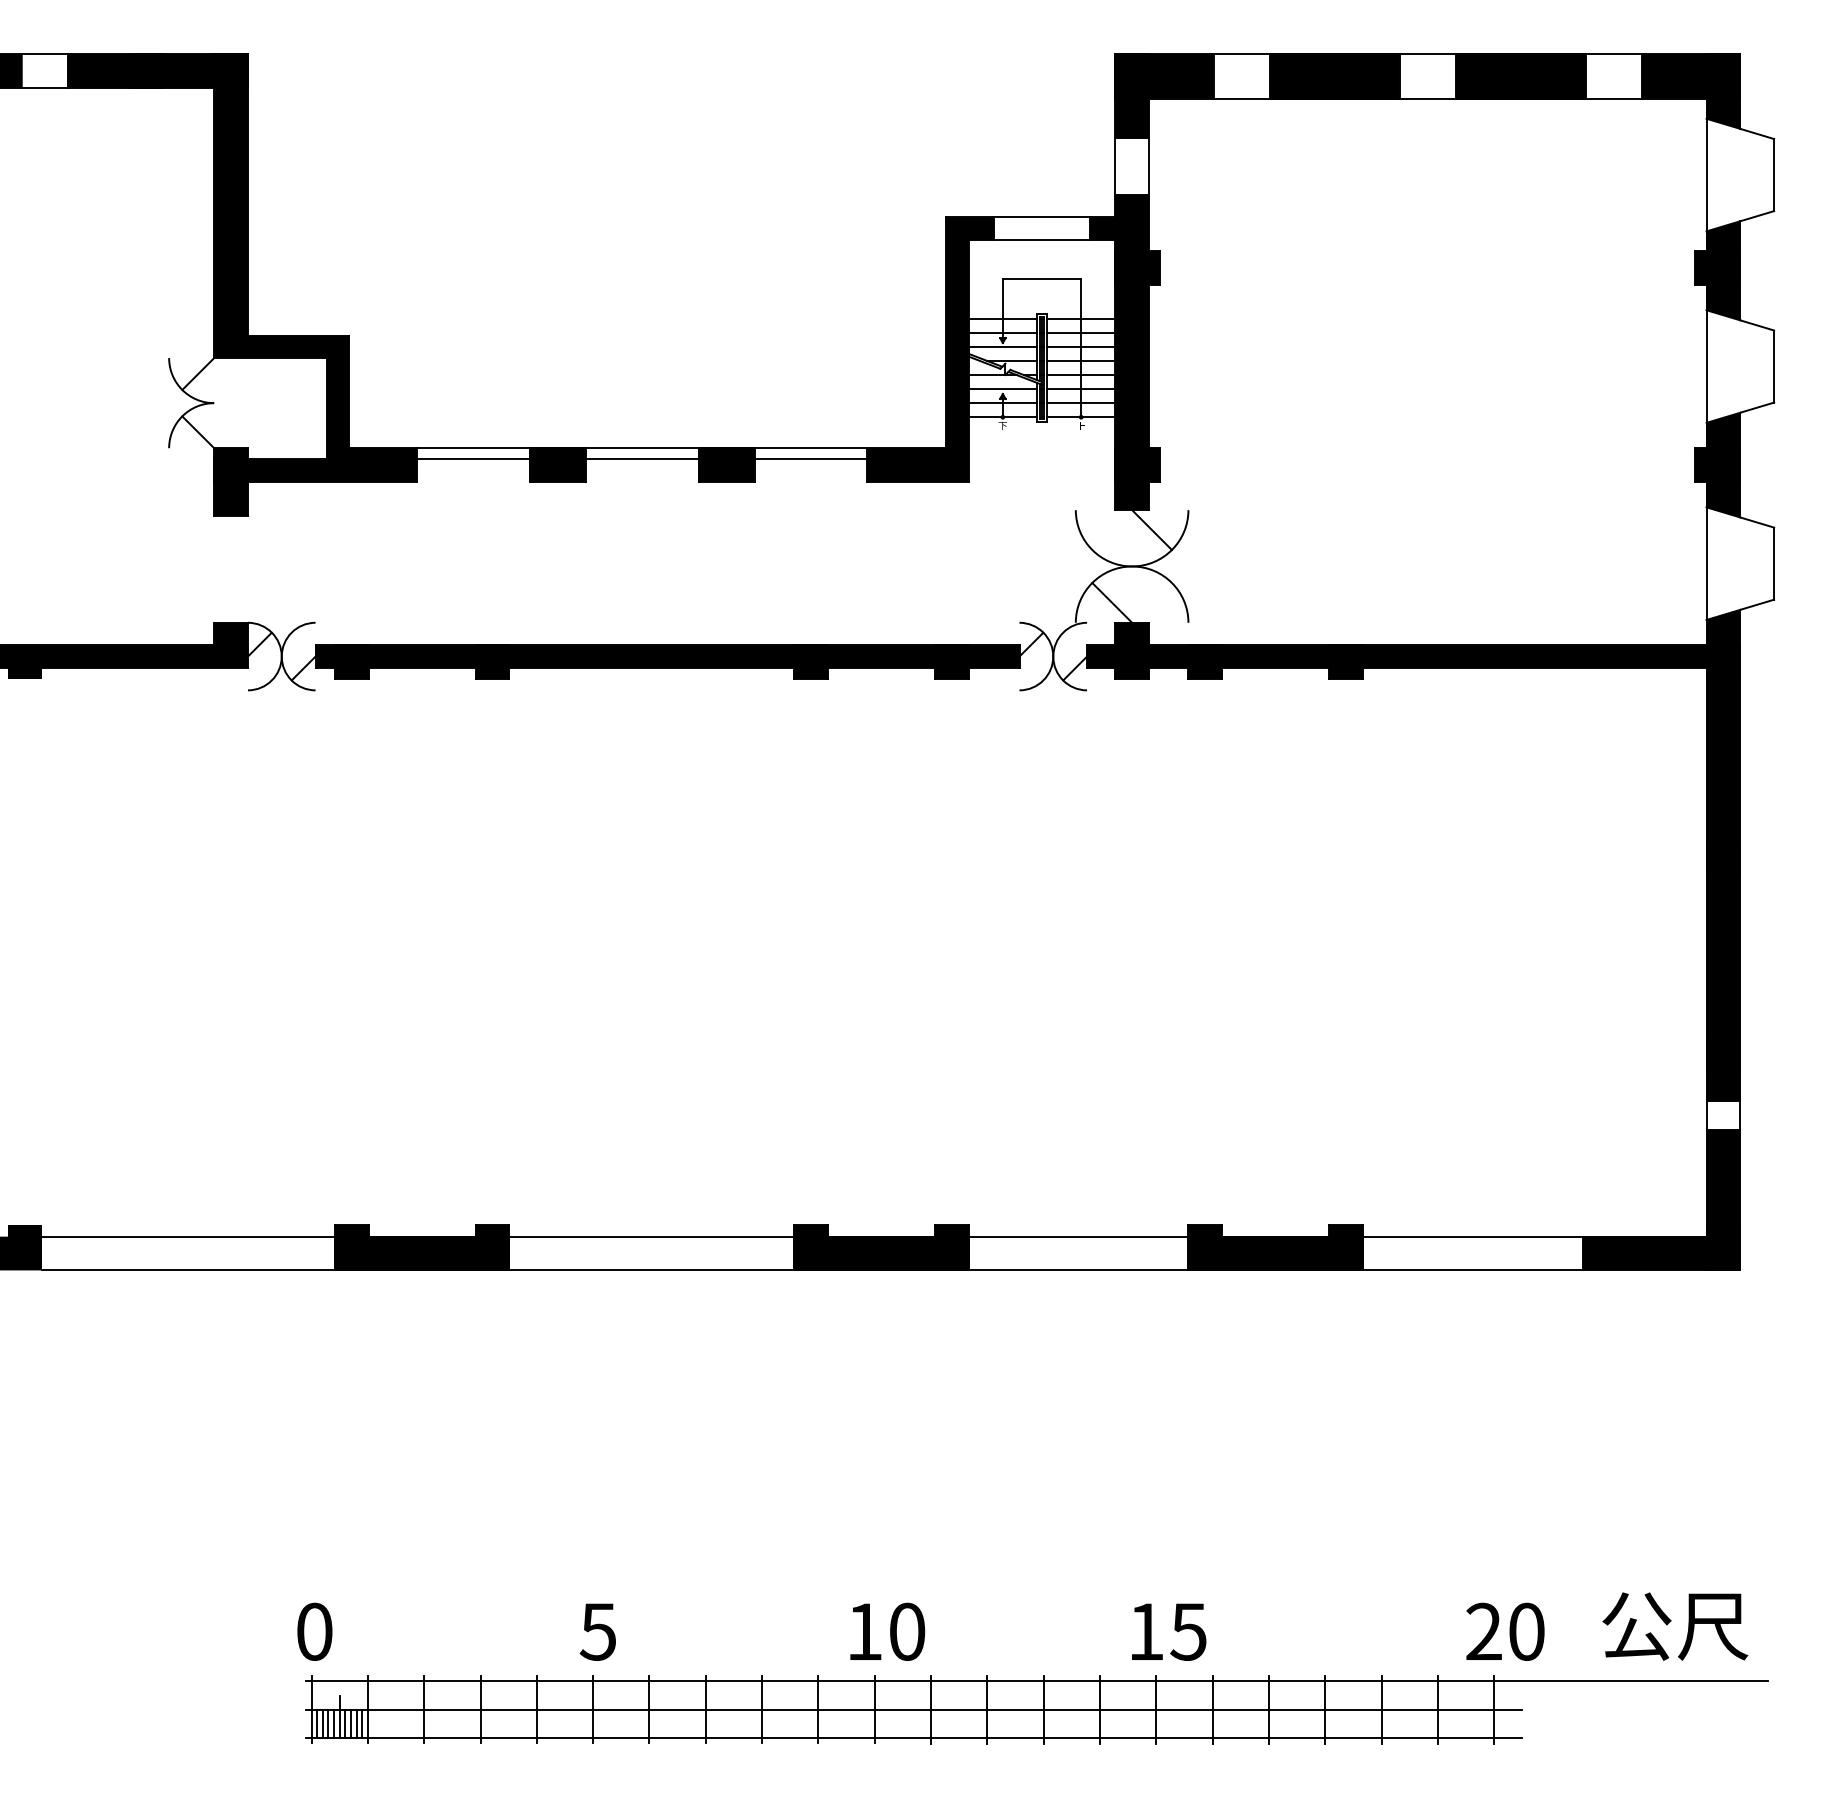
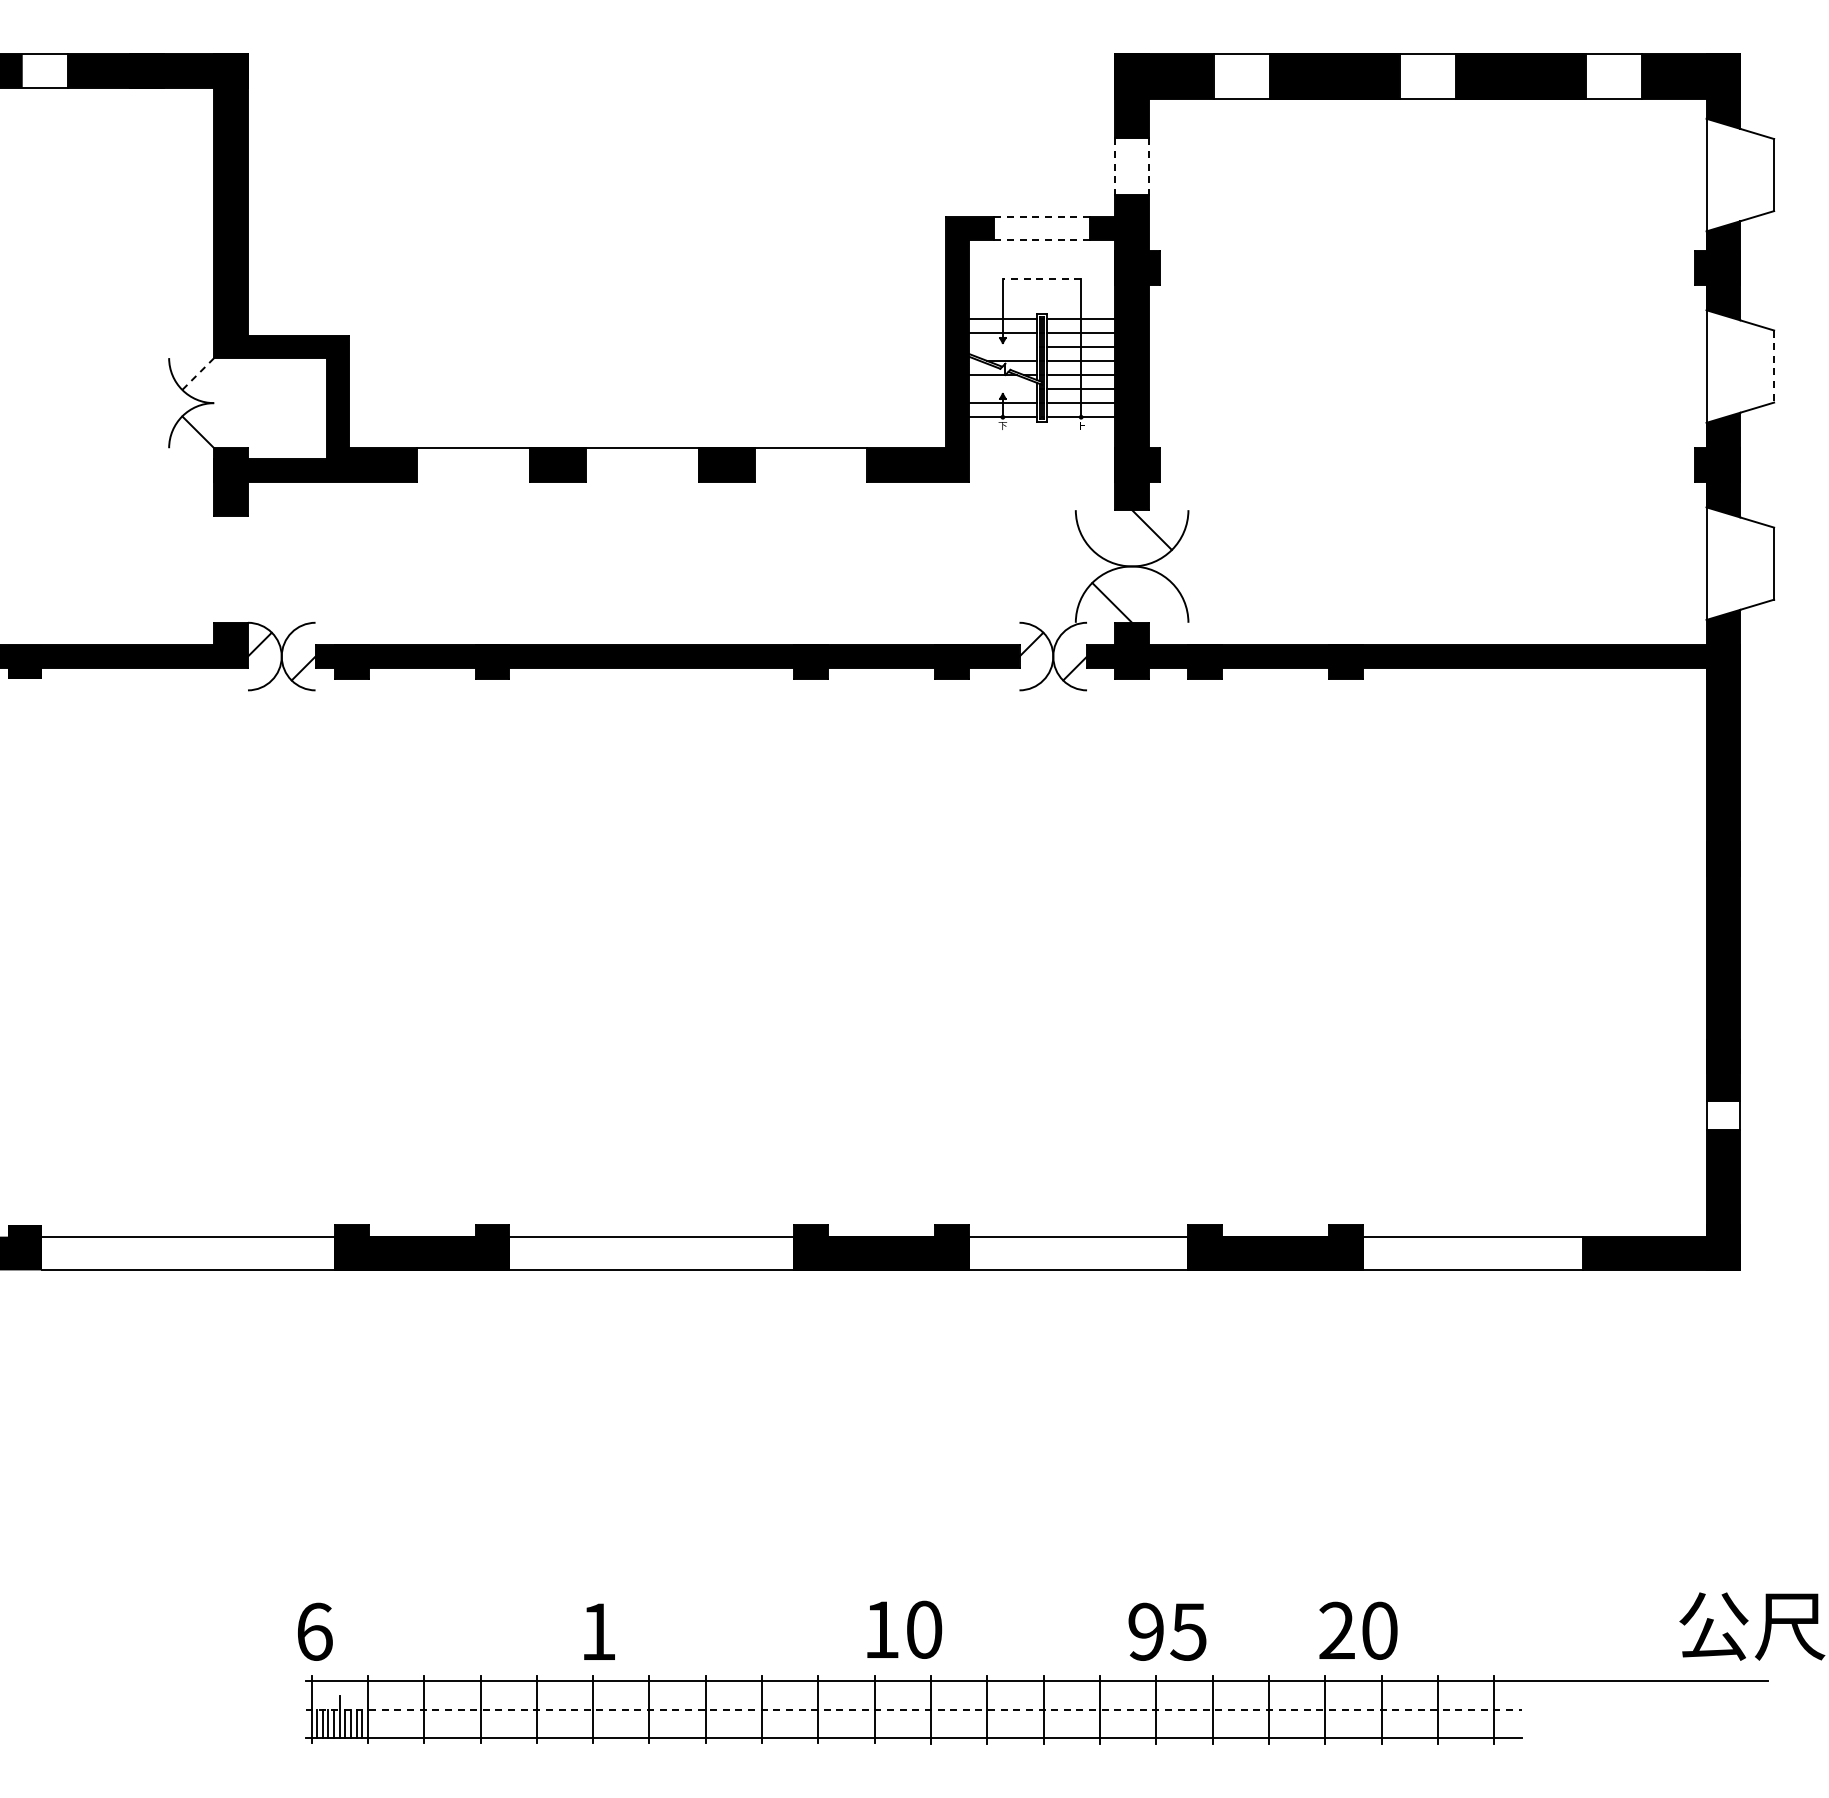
line at (1115, 167): solid -> dashed
line at (1149, 167): solid -> dashed
line at (1042, 217): solid -> dashed
line at (1042, 239): solid -> dashed
line at (1041, 279): solid -> dashed
line at (1002, 346): present -> none
line at (1774, 367): solid -> dashed
line at (198, 374): solid -> dashed
line at (1002, 389): present -> none
line at (472, 459): present -> none
line at (641, 459): present -> none
line at (810, 459): present -> none
text at (1675, 1626) position: (1675, 1626) -> (1752, 1626)
text at (314, 1631): 0 -> 6
text at (597, 1631): 5 -> 1
text at (887, 1631) position: (887, 1631) -> (904, 1629)
text at (1145, 1631): 15 -> 95
text at (1505, 1631) position: (1505, 1631) -> (1358, 1630)
line at (914, 1710): solid -> dashed
